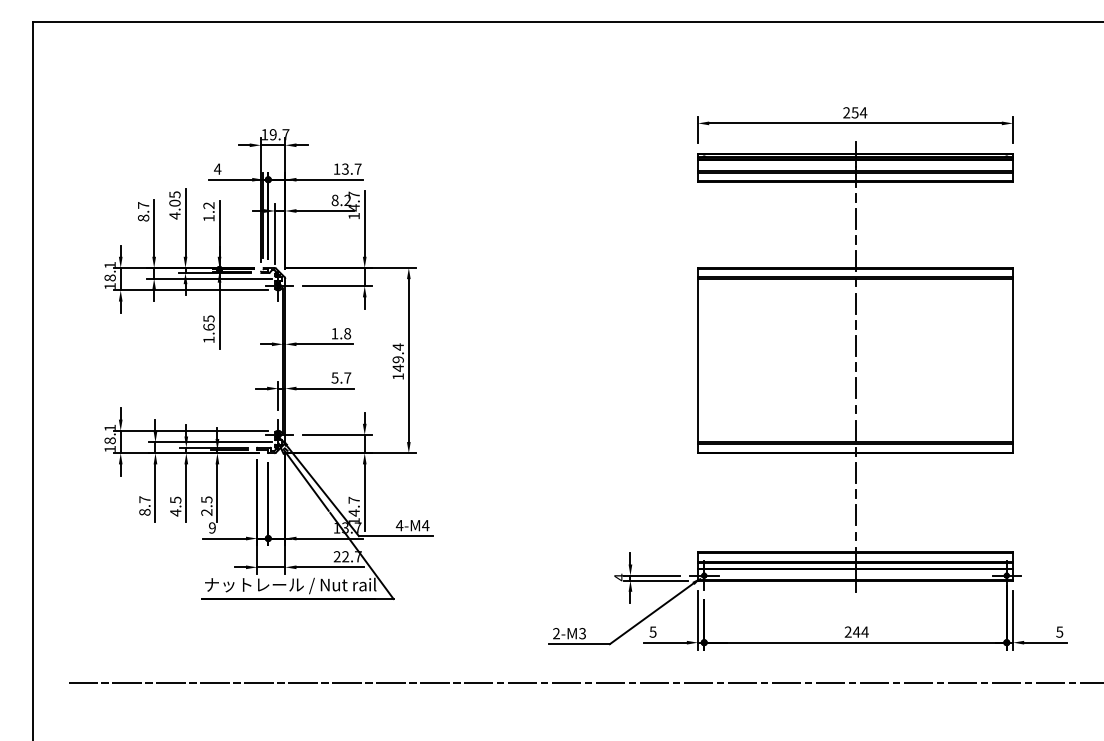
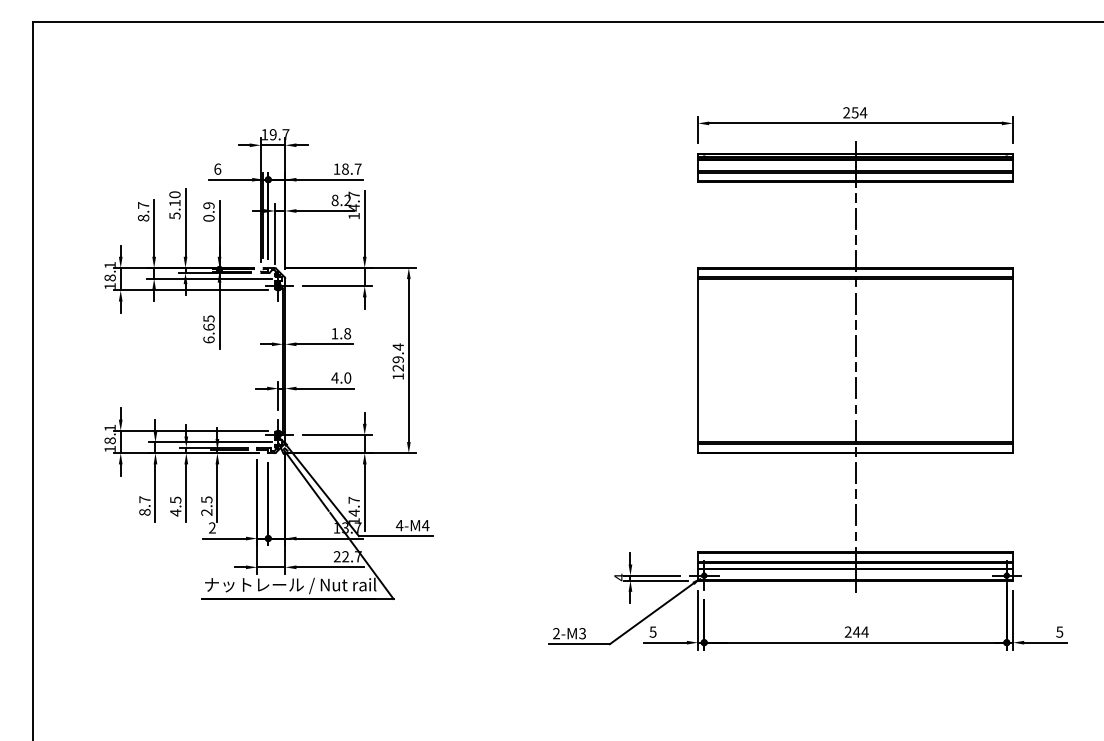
text at (217, 168): 4 -> 6
text at (345, 168): 13.7 -> 18.7
text at (174, 205): 4.05 -> 5.10
text at (208, 211): 1.2 -> 0.9
text at (208, 339): 1.65 -> 6.65
text at (397, 367): 149.4 -> 129.4
text at (341, 377): 5.7 -> 4.0
text at (212, 528): 9 -> 2
line at (584, 682): present -> none
